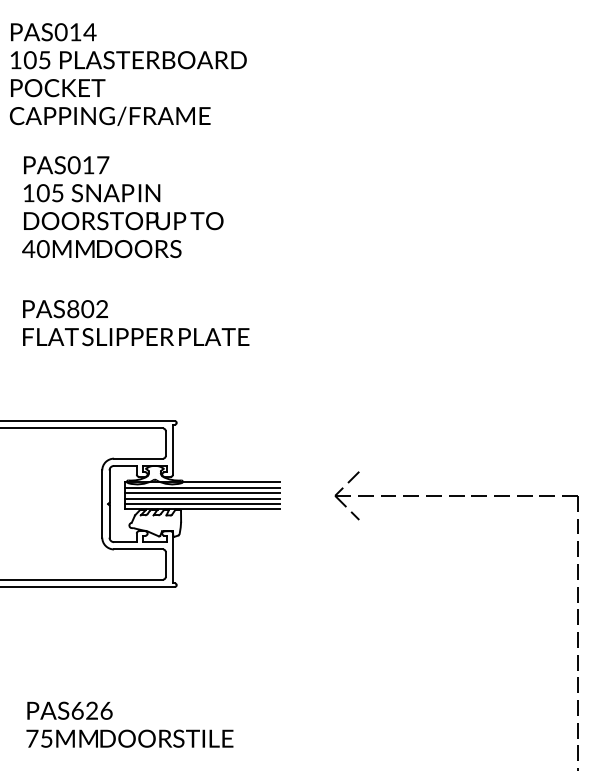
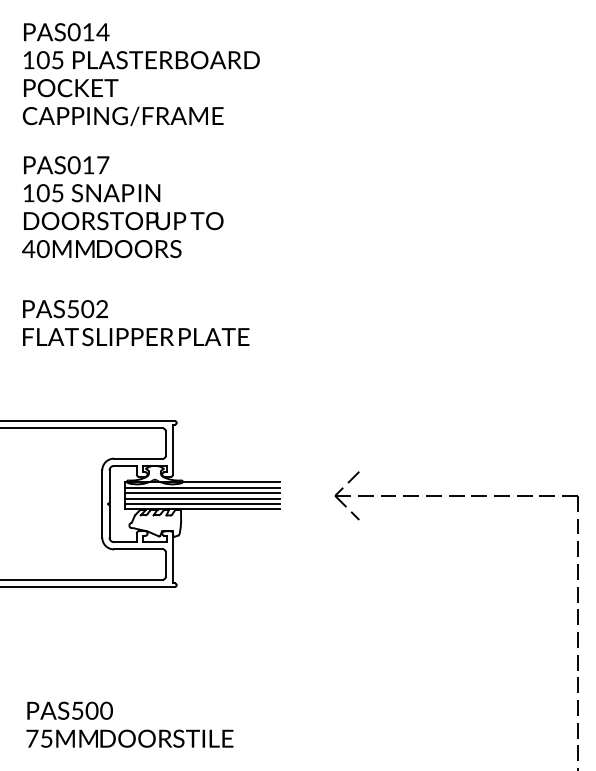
text at (127, 74) position: (127, 74) -> (140, 74)
text at (73, 309): PAS802 -> PAS502
text at (91, 710): PAS626 -> PAS500
